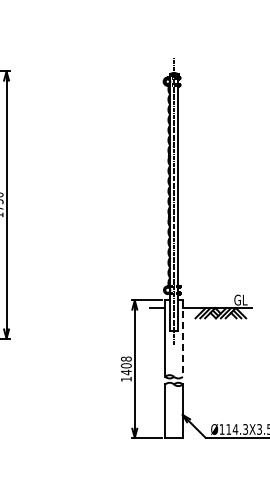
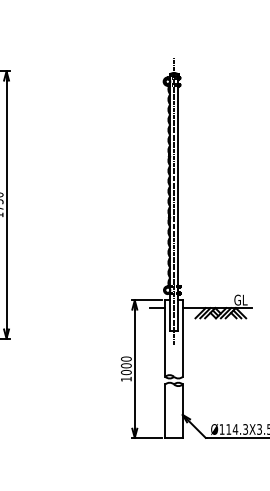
line at (182, 339): dashed -> solid
text at (126, 365): 1408 -> 1000
